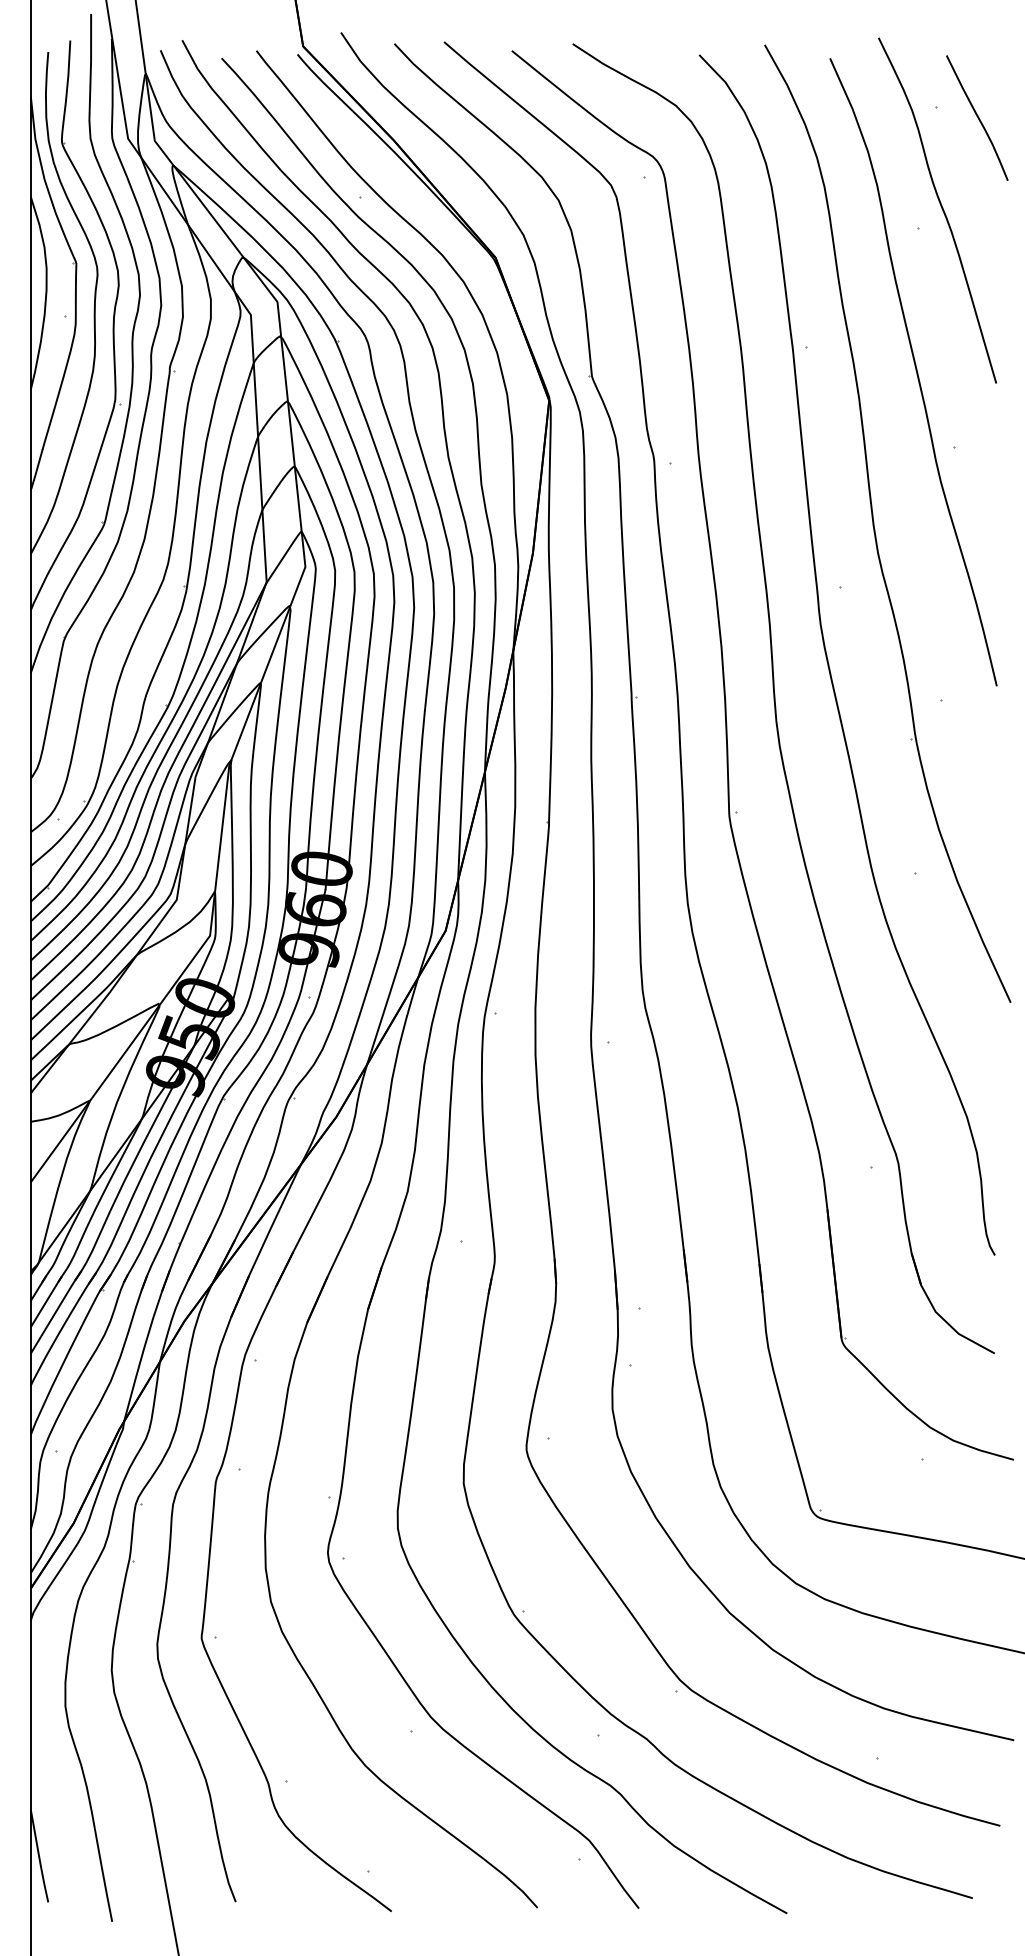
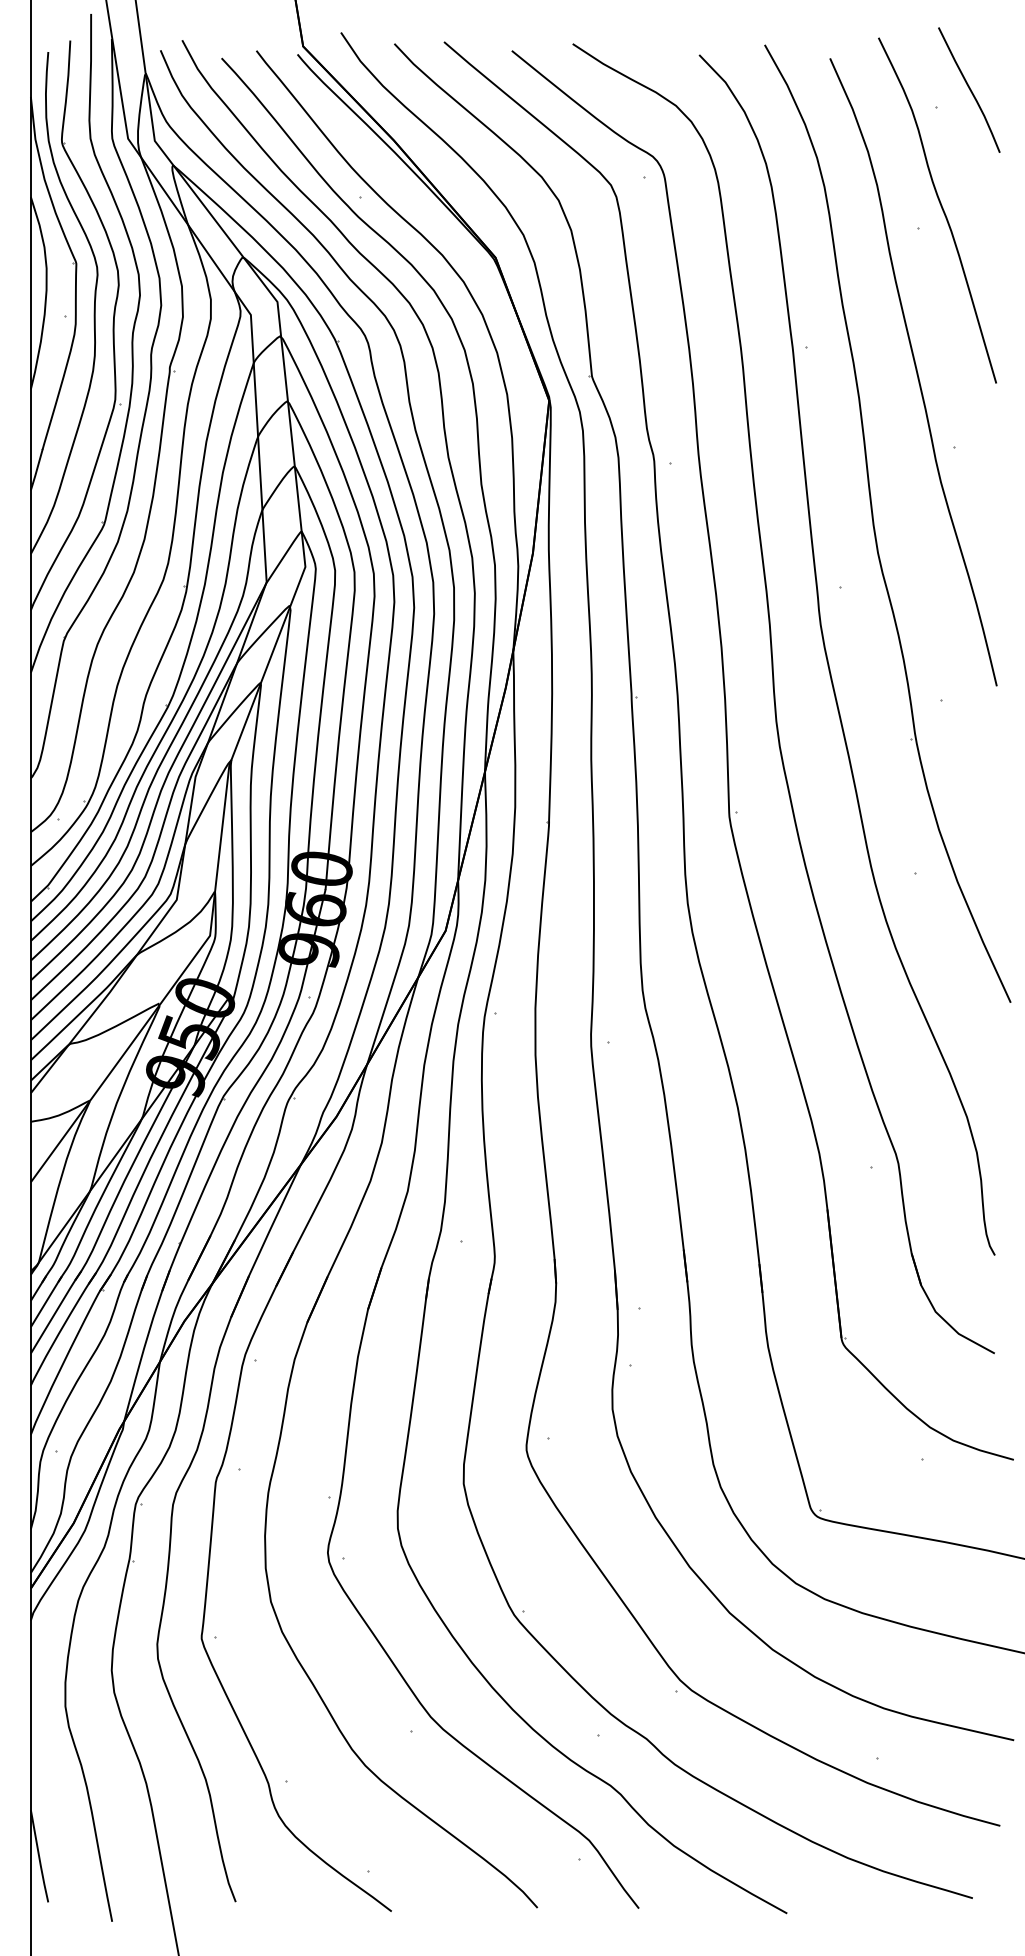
curve at (977, 117) position: (977, 117) -> (969, 89)
